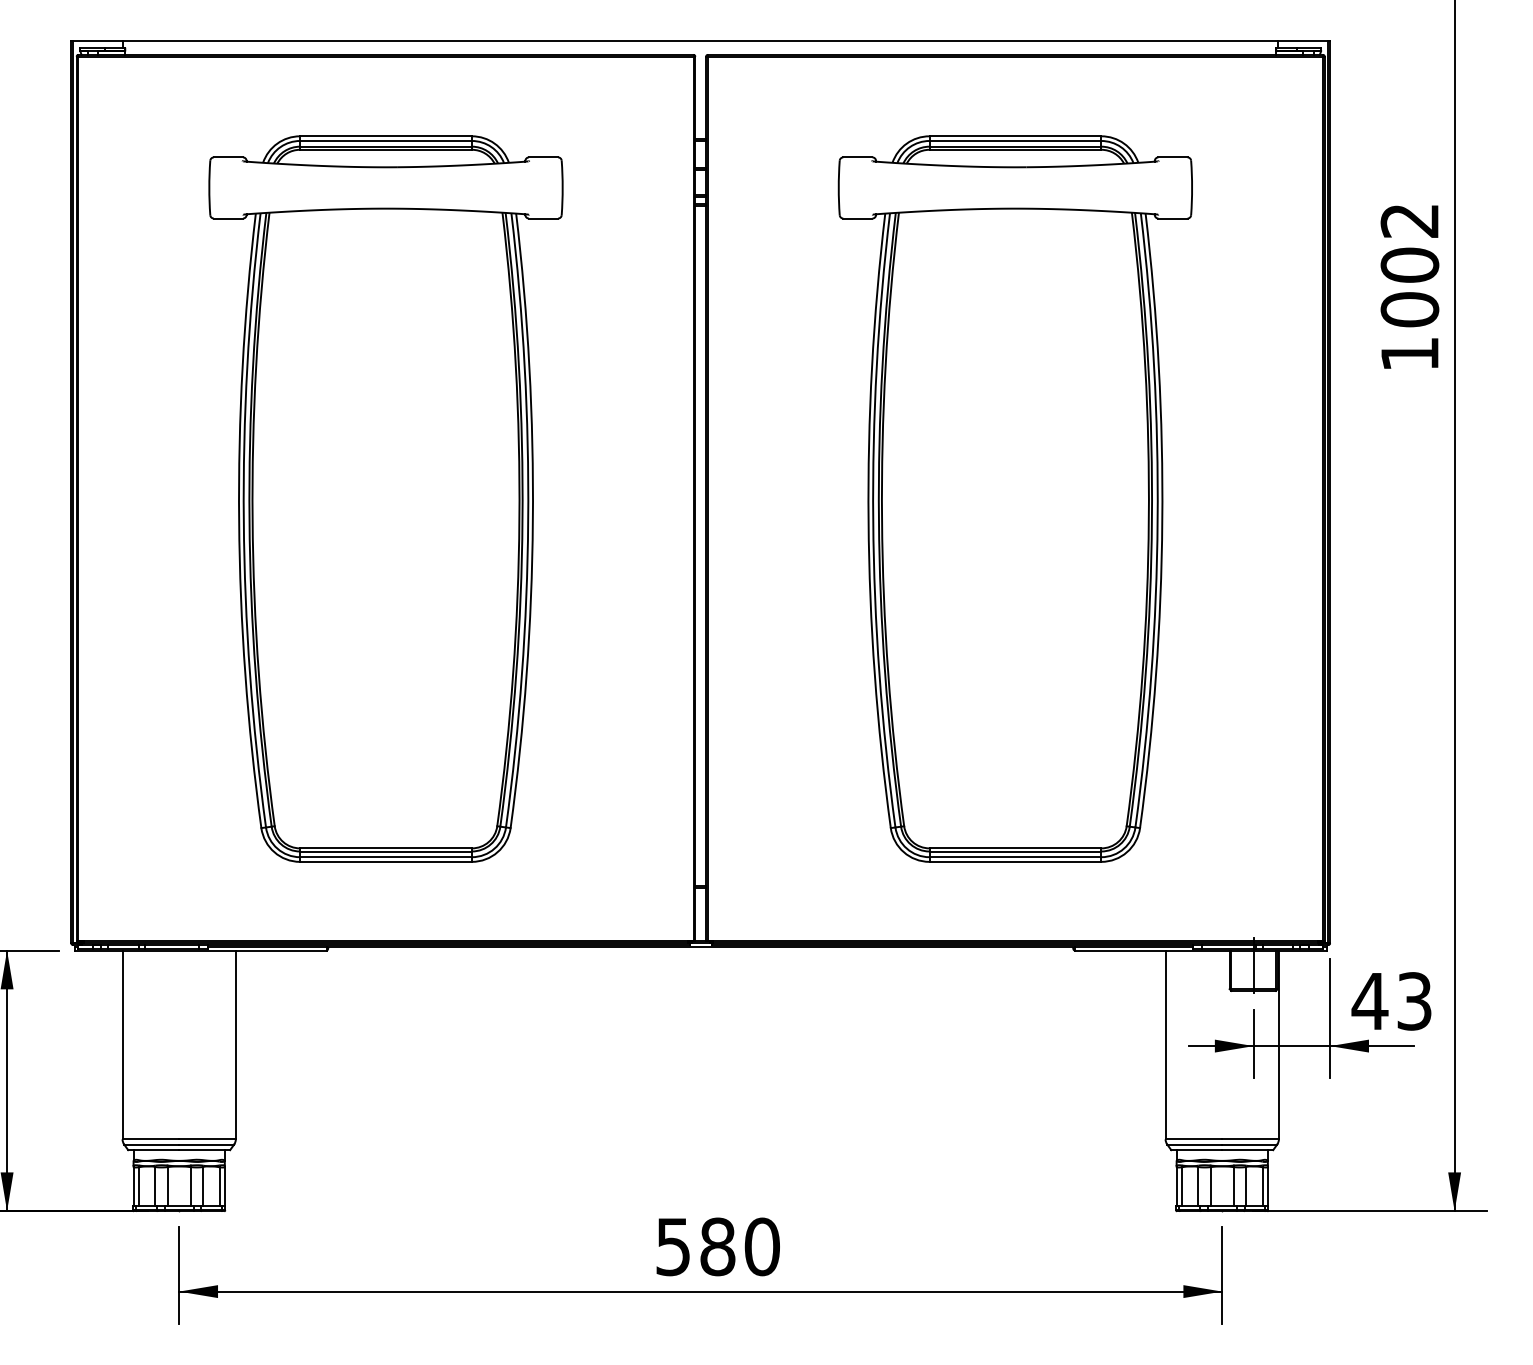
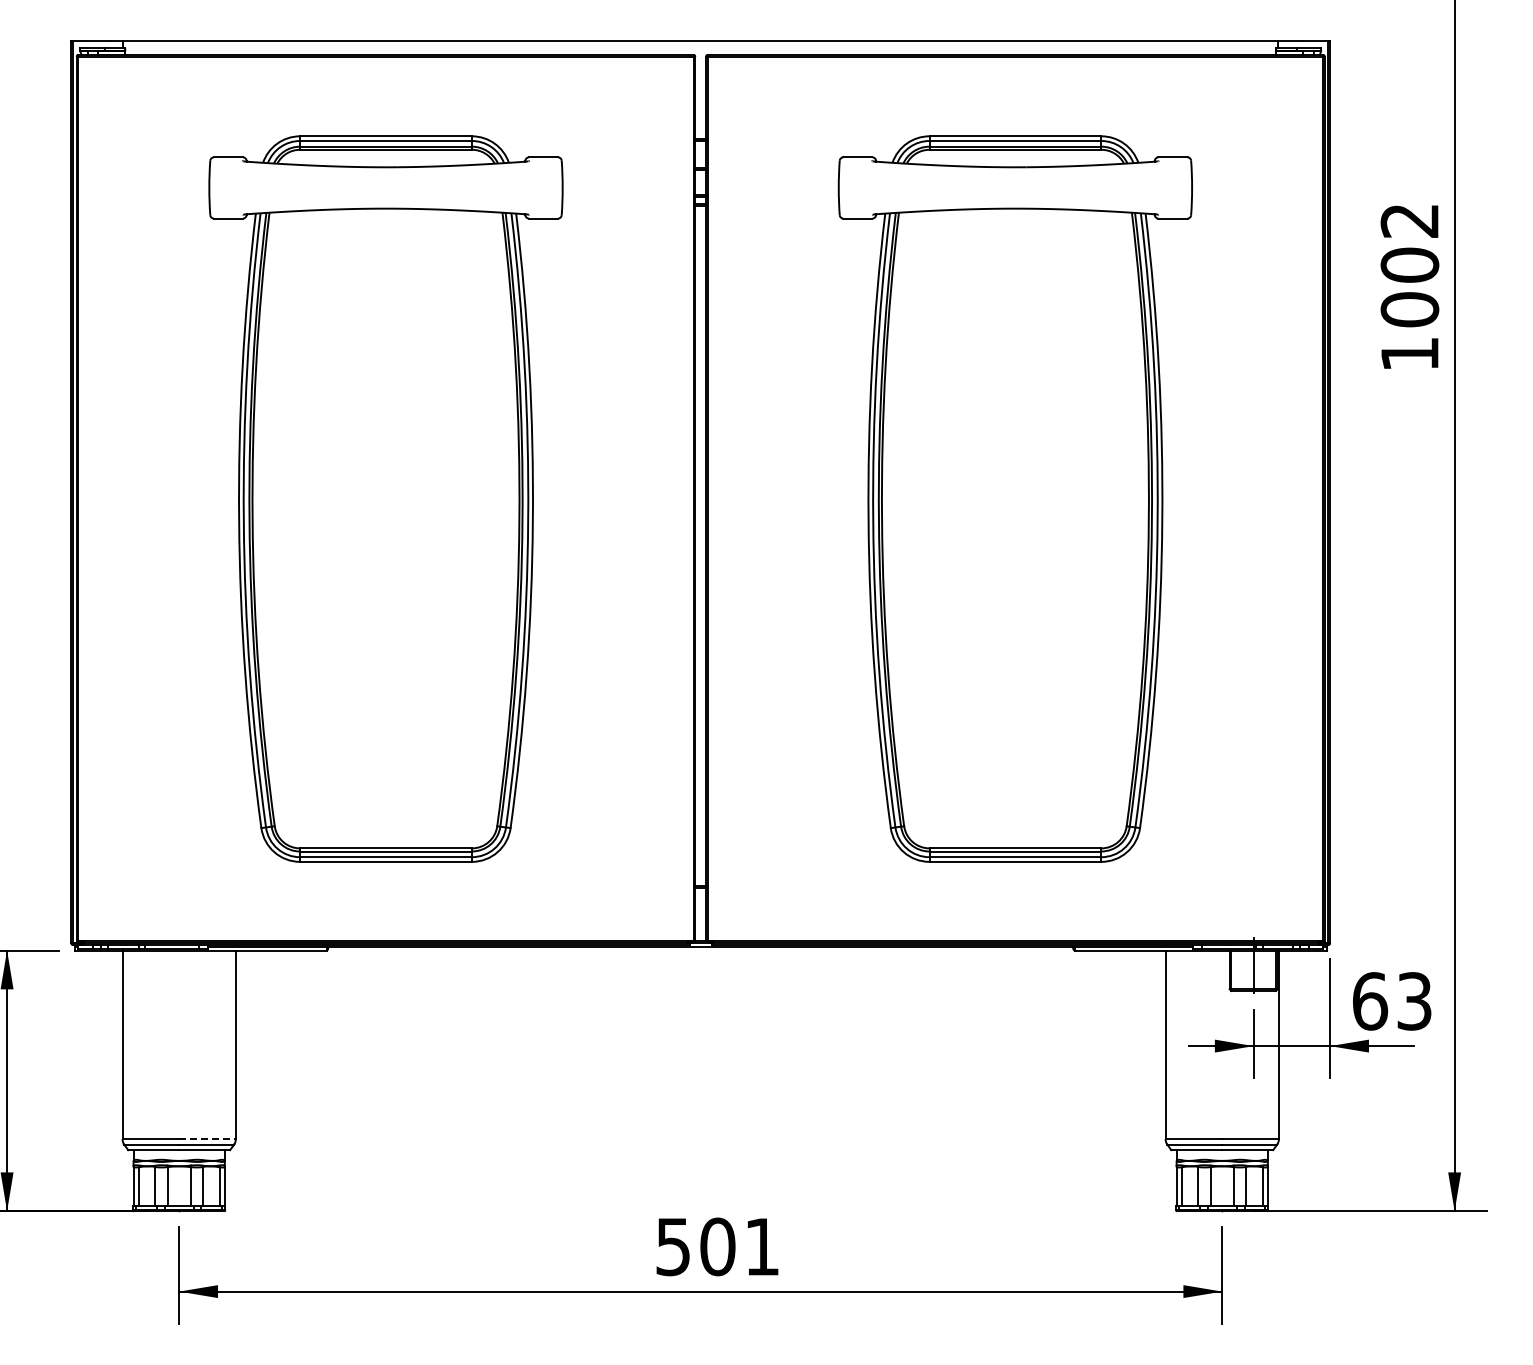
text at (1369, 1001): 43 -> 63
line at (208, 1139): solid -> dashed
text at (739, 1246): 580 -> 501
